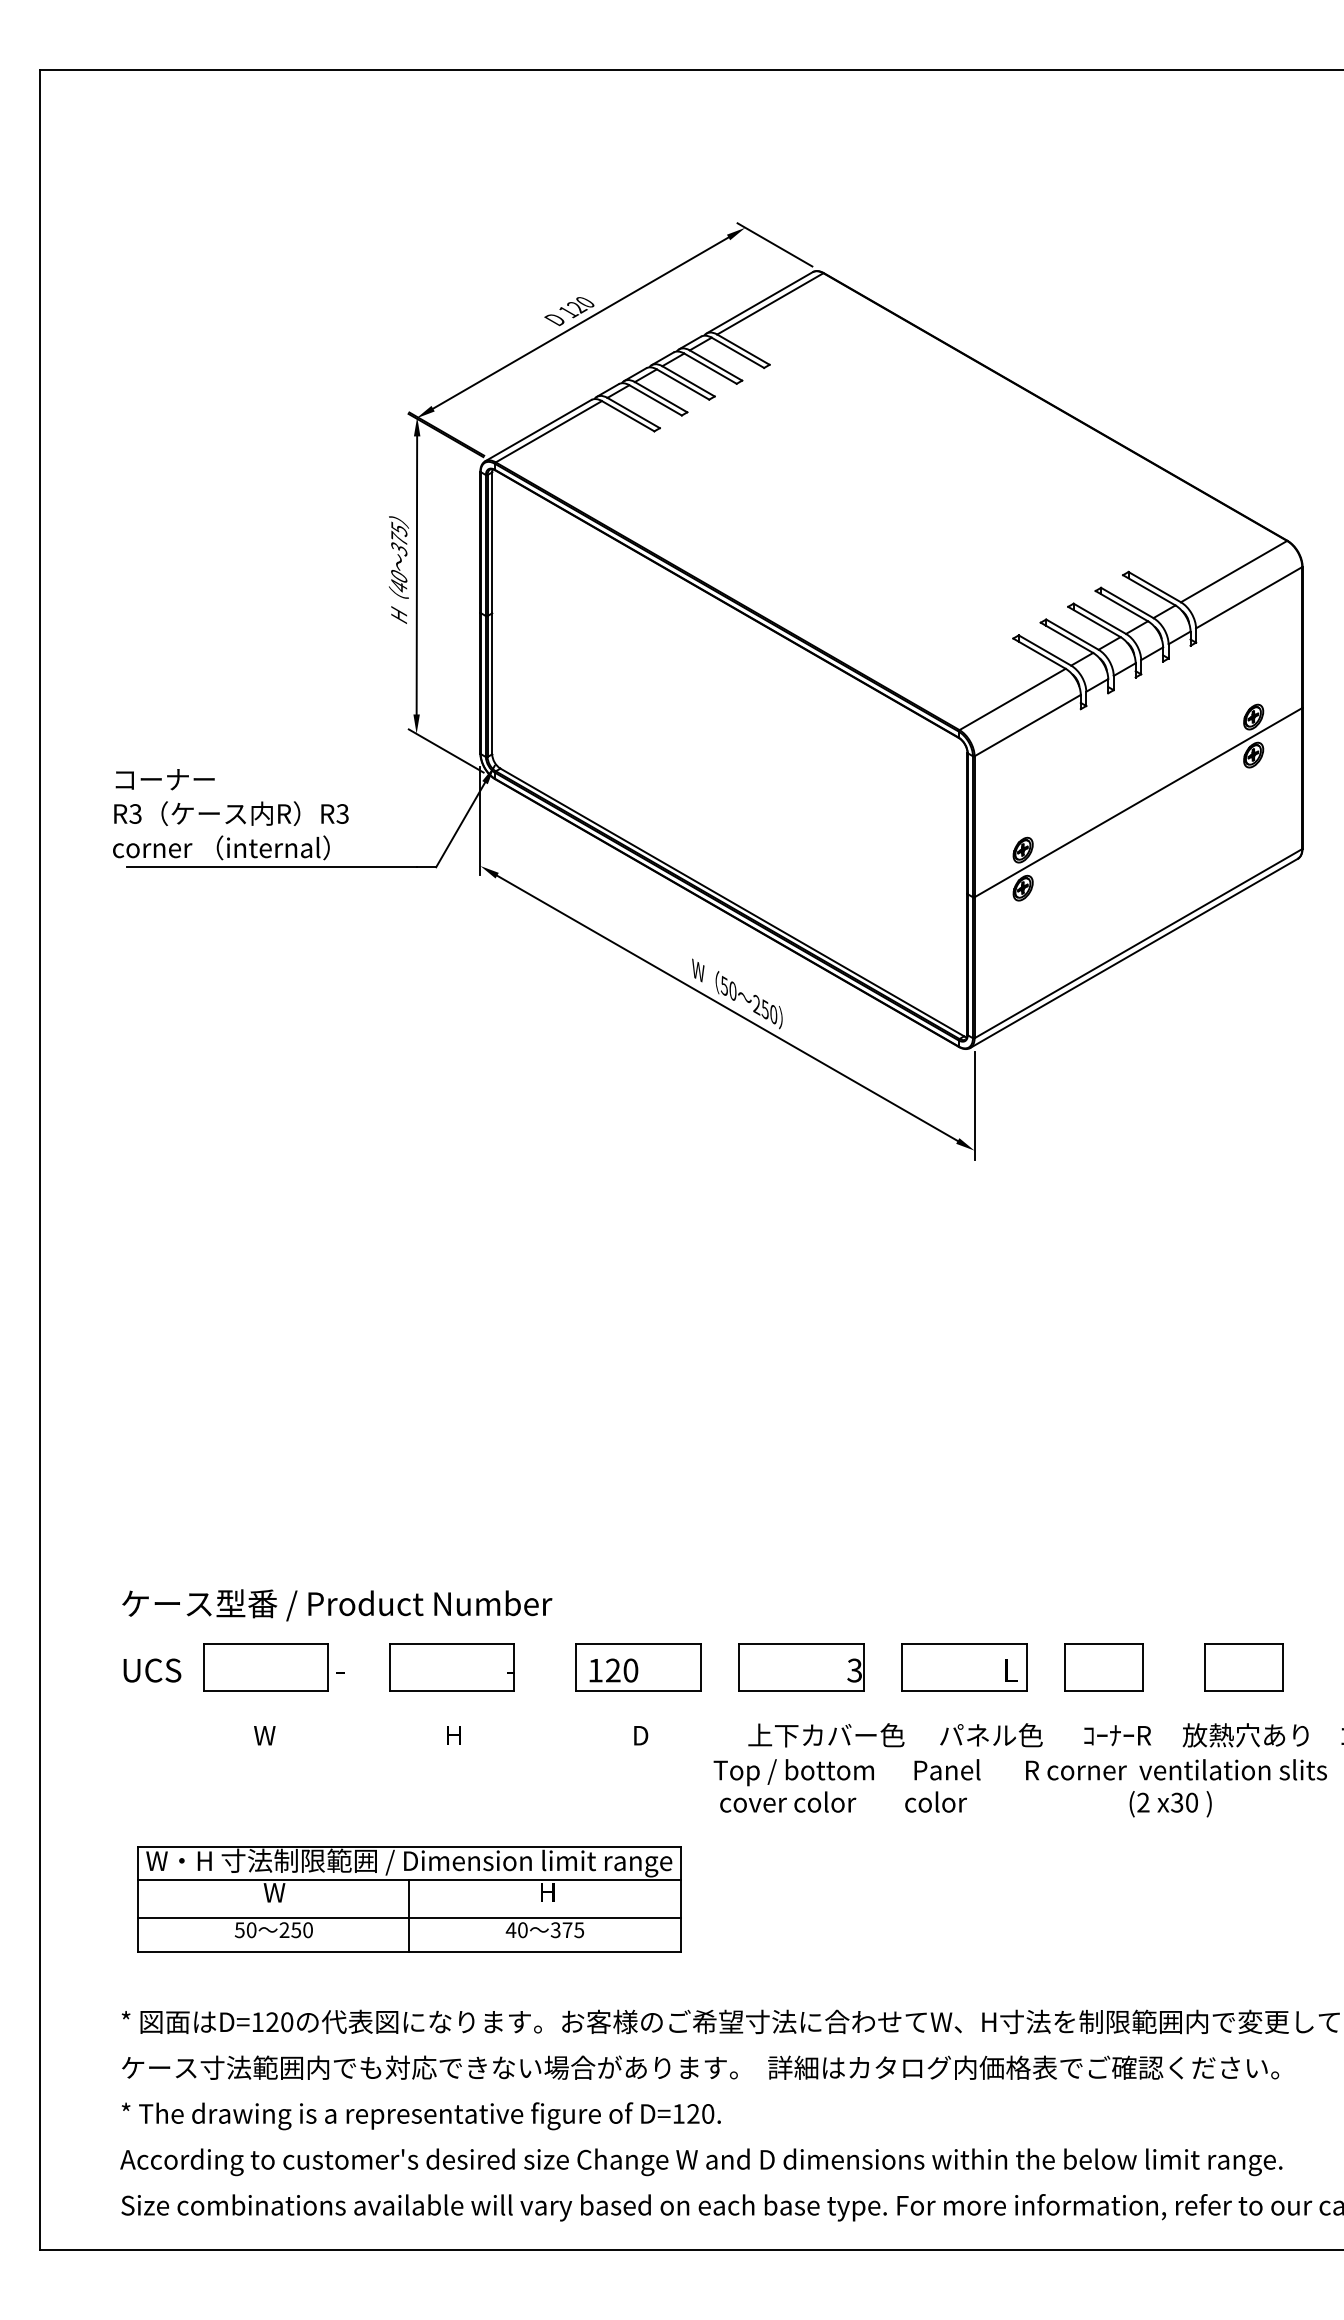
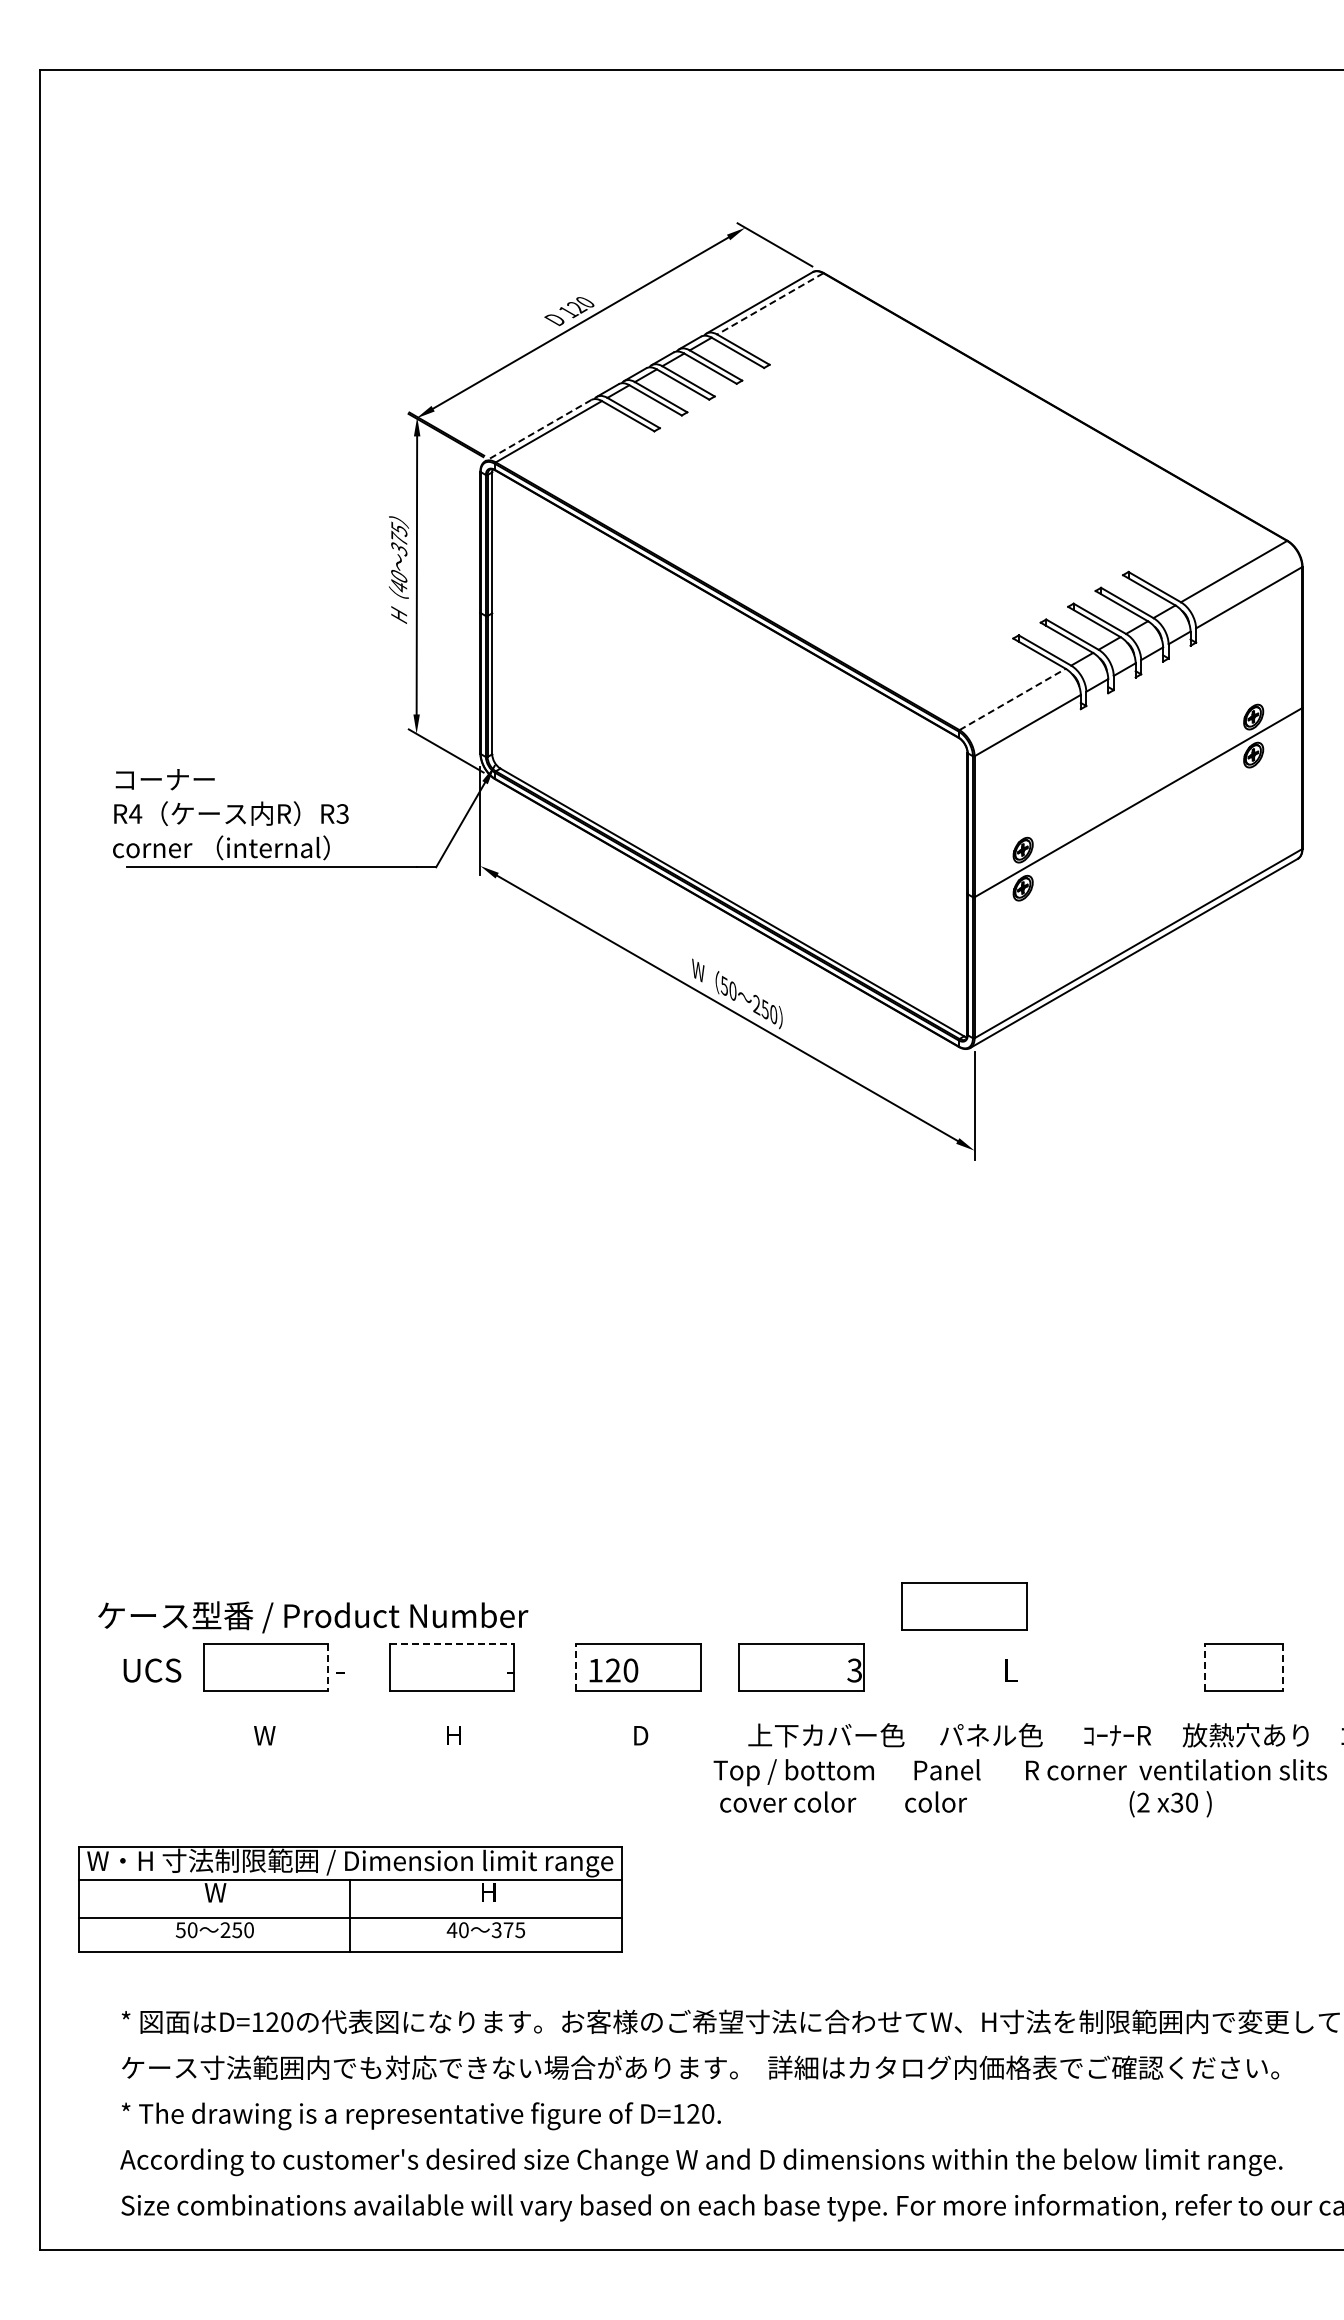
line at (769, 304): solid -> dashed
line at (537, 430): solid -> dashed
line at (1013, 699): solid -> dashed
text at (135, 813): R3 -> R4
text at (337, 1605) position: (337, 1605) -> (313, 1617)
line at (452, 1643): solid -> dashed
line at (576, 1666): solid -> dashed
line at (1205, 1666): solid -> dashed
line at (328, 1667): solid -> dashed
part at (964, 1667) position: (964, 1667) -> (964, 1606)
part at (1103, 1667): present -> none
line at (1282, 1667): solid -> dashed
part at (409, 1899) position: (409, 1899) -> (350, 1899)
